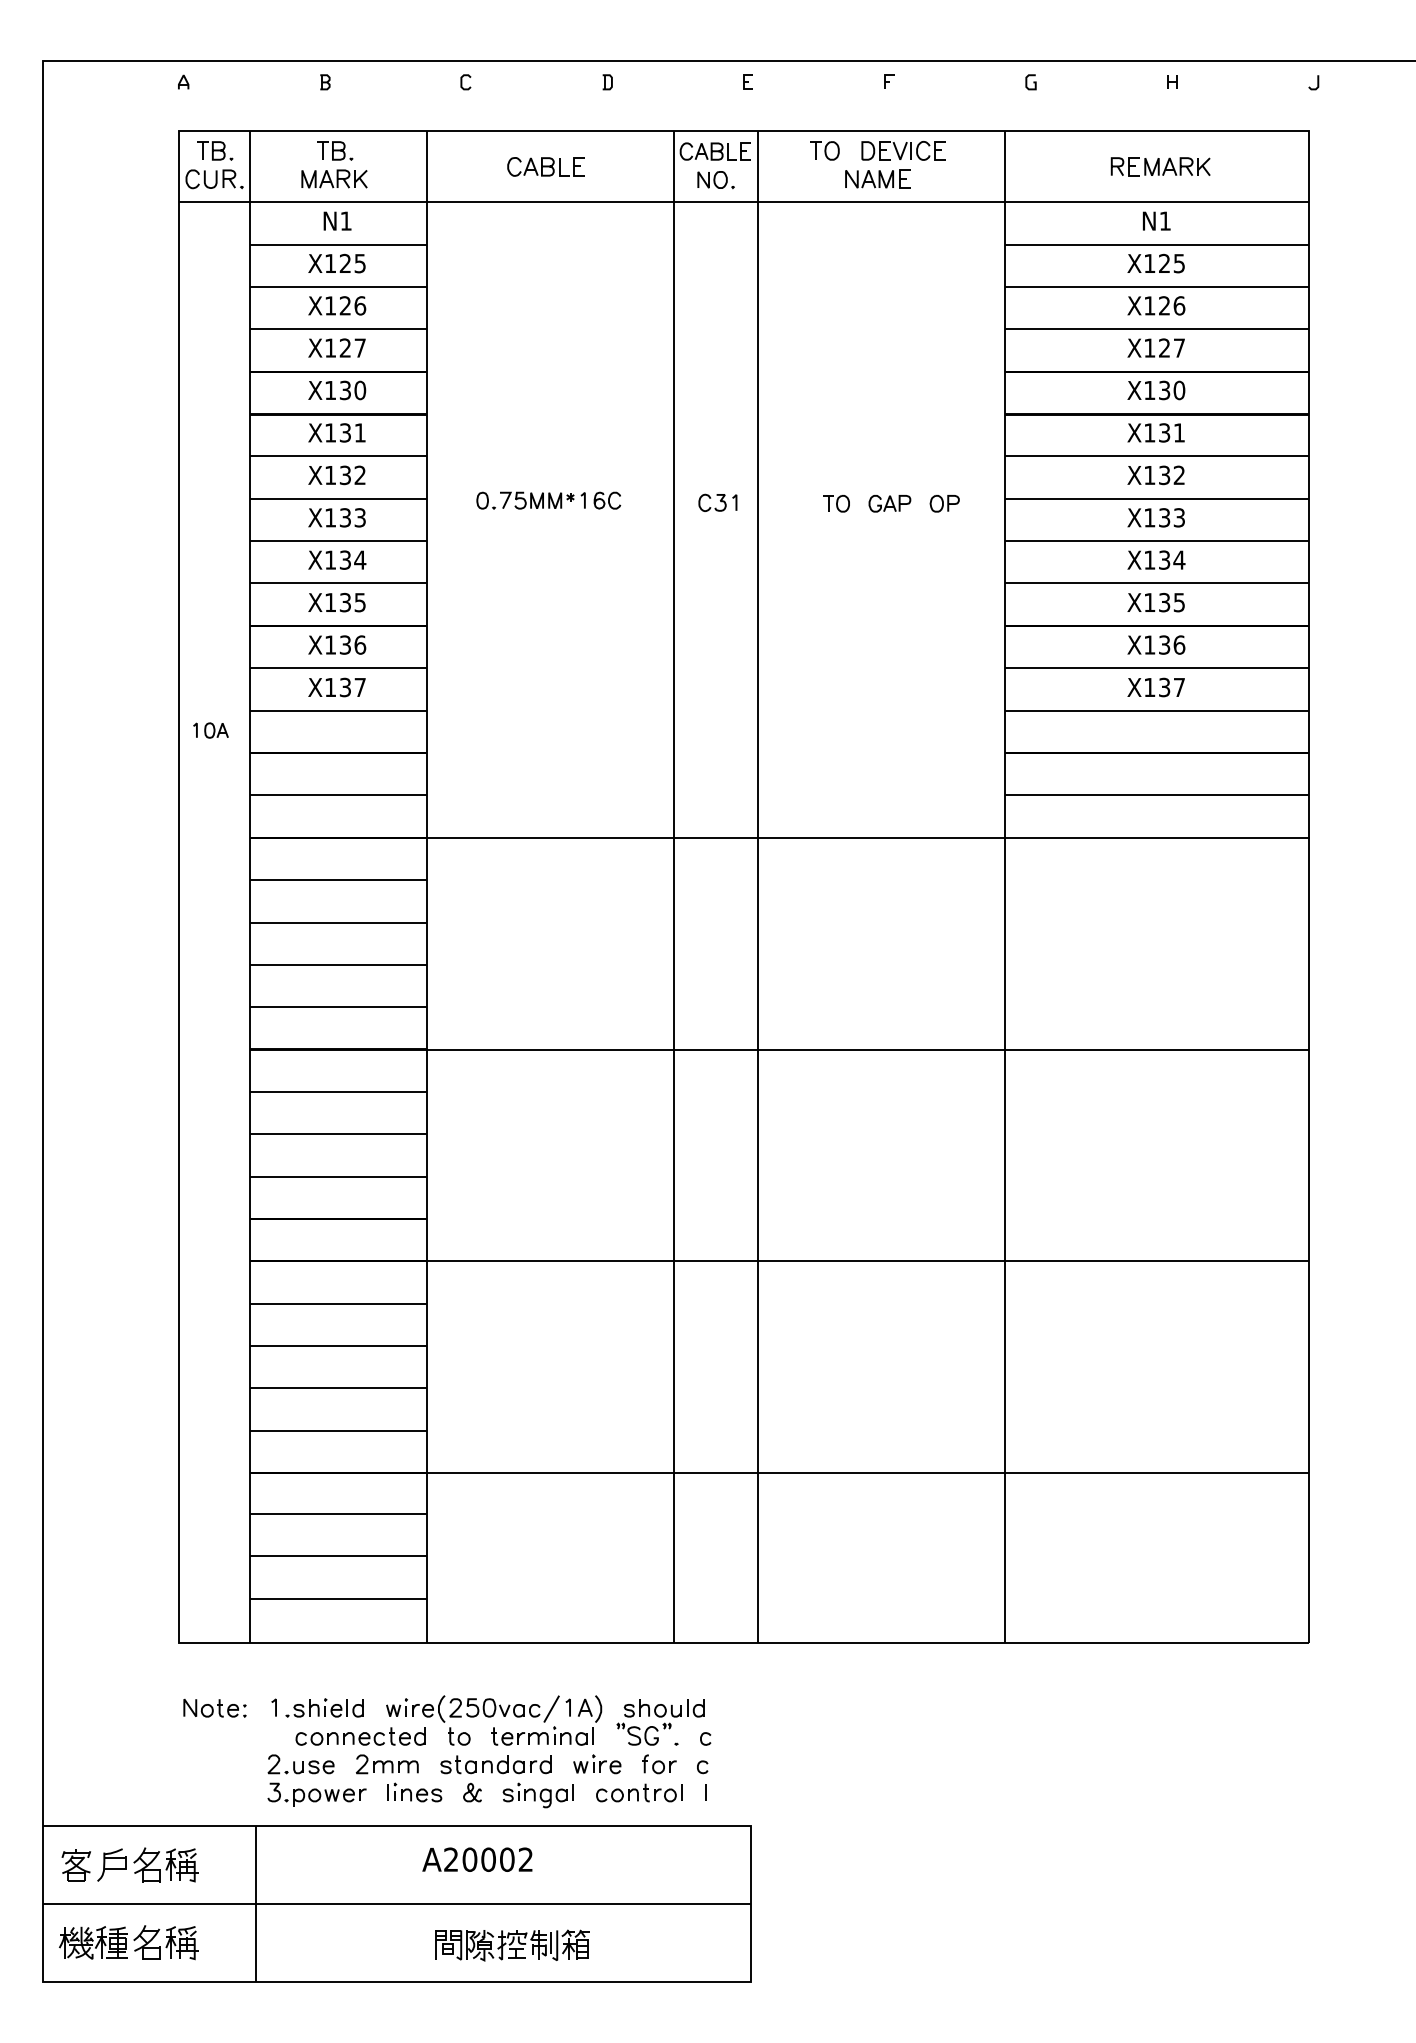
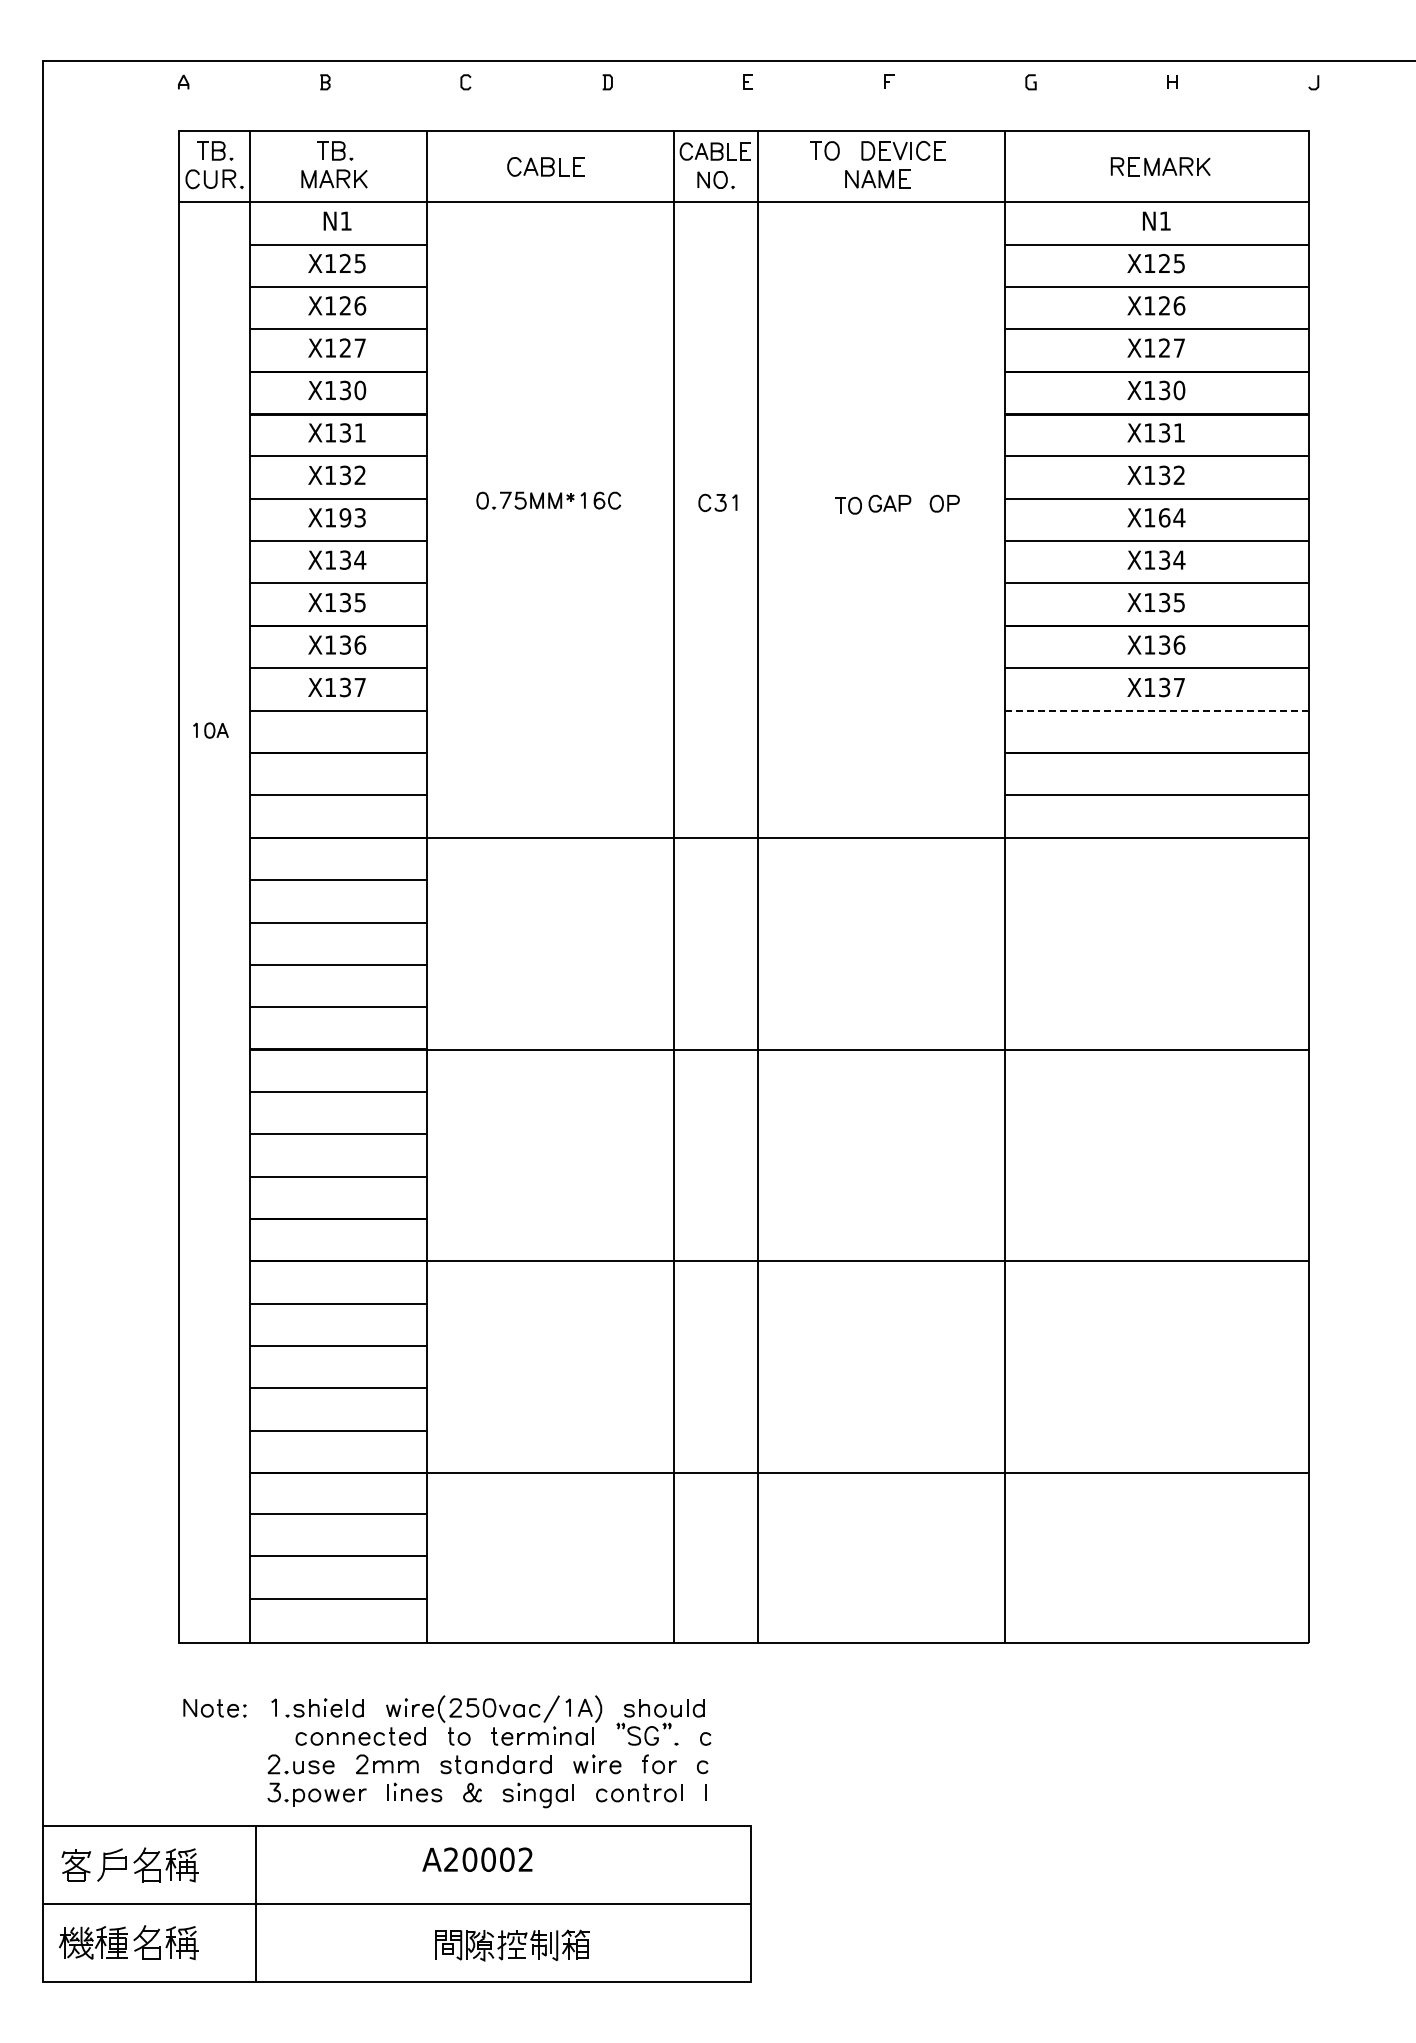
part at (836, 503) position: (836, 503) -> (848, 505)
text at (345, 517): X133 -> X193
text at (1172, 517): X133 -> X164
line at (1157, 710): solid -> dashed
